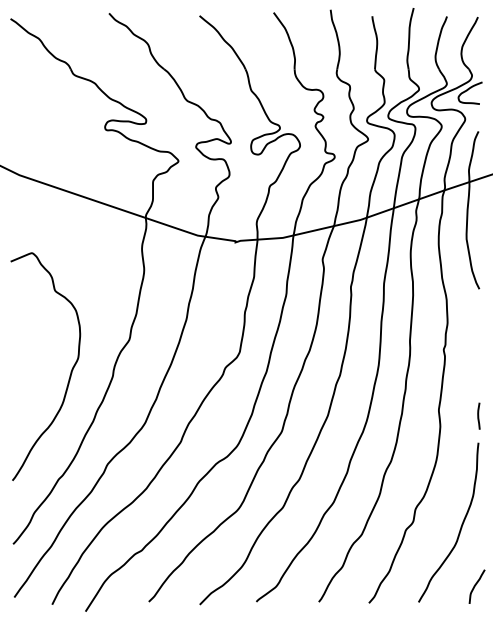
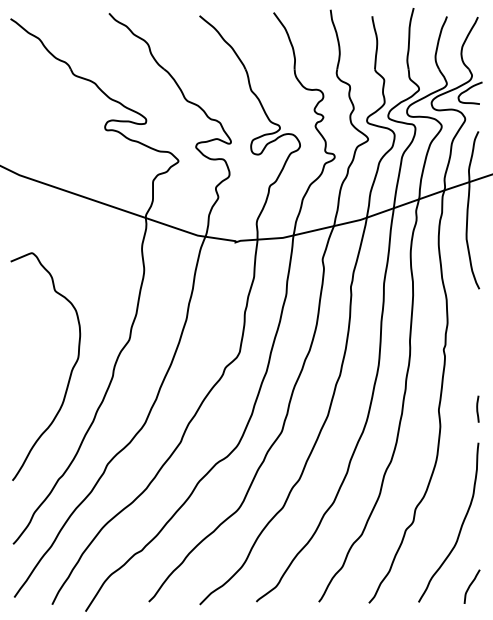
line at (478, 415) position: (478, 415) -> (477, 408)
curve at (476, 585) position: (476, 585) -> (471, 585)
